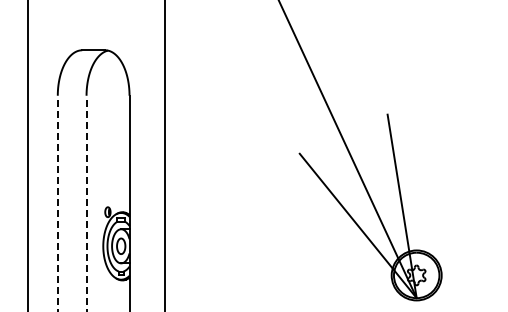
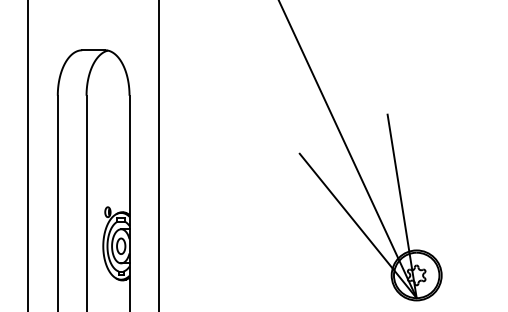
line at (164, 155) position: (164, 155) -> (158, 155)
line at (57, 203): dashed -> solid
line at (86, 203): dashed -> solid
